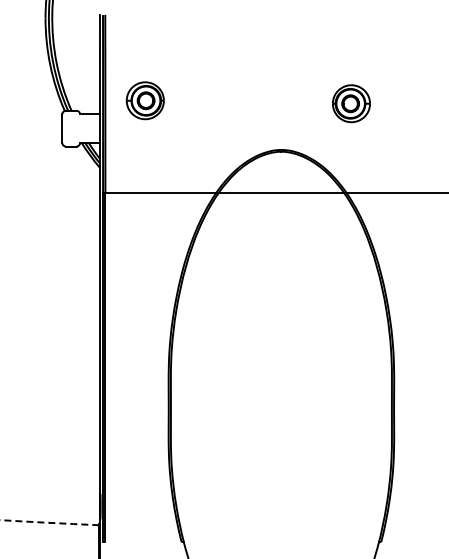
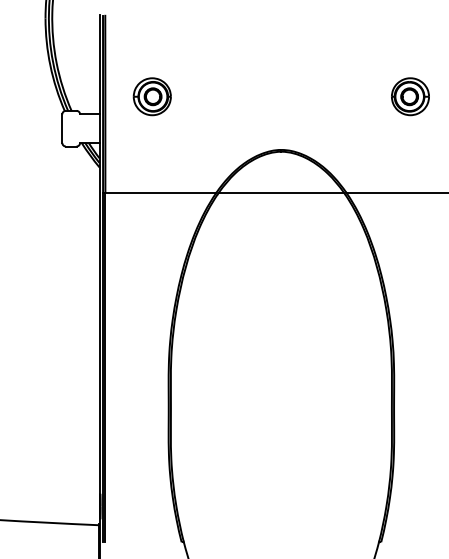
part at (144, 100) position: (144, 100) -> (151, 96)
part at (351, 103) position: (351, 103) -> (410, 96)
arc at (49, 522): dashed -> solid
